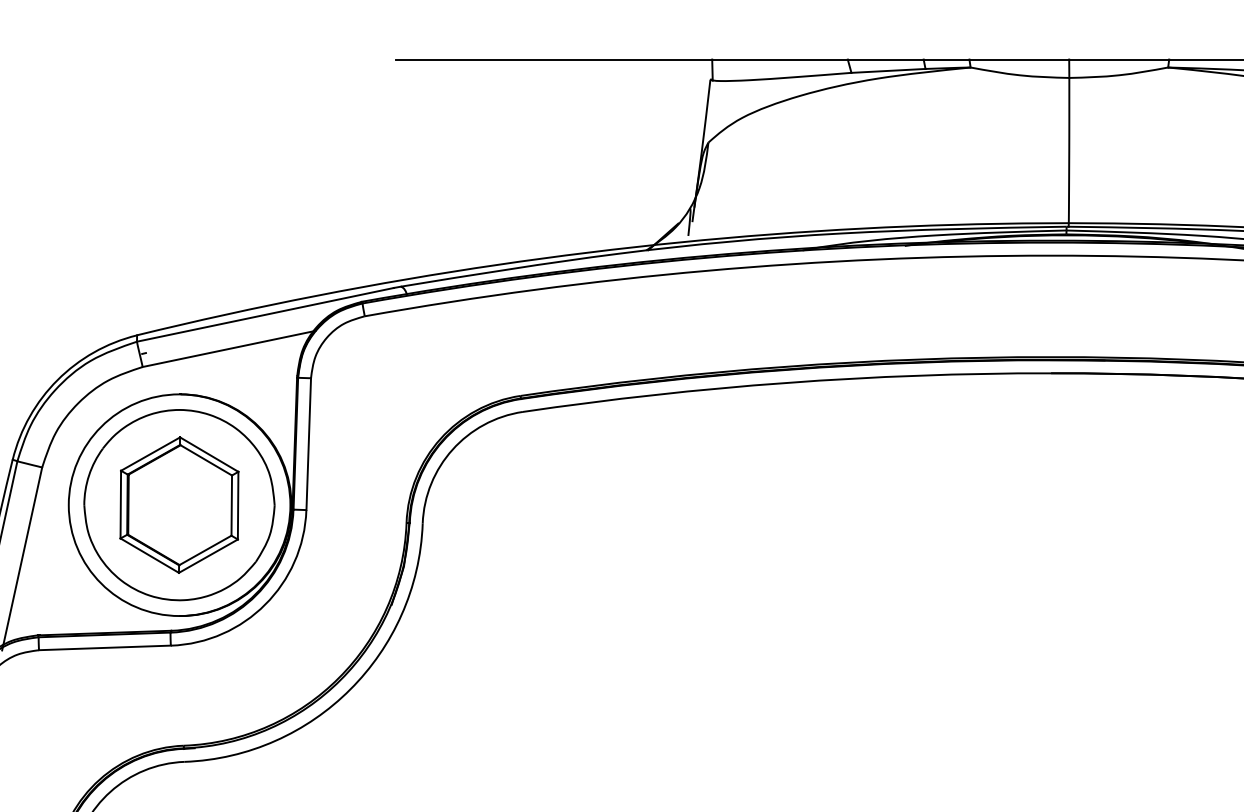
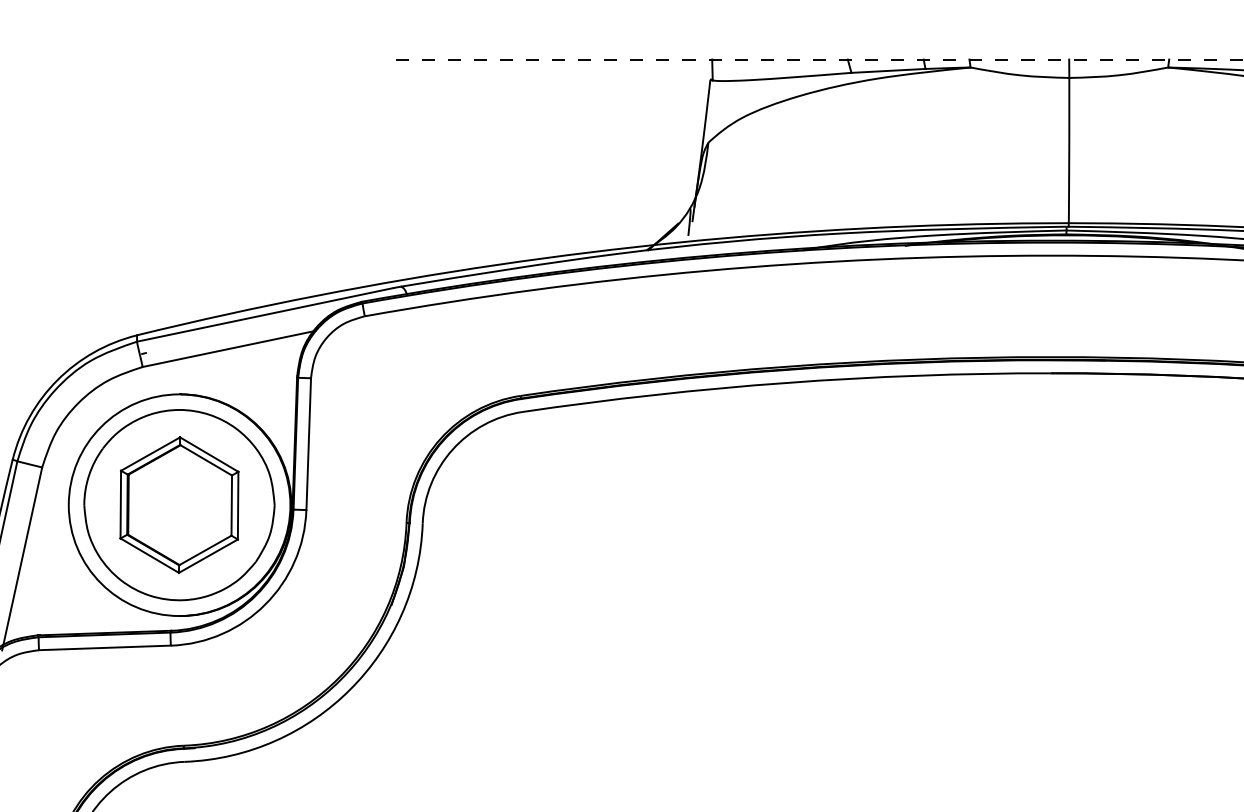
line at (819, 59): solid -> dashed
